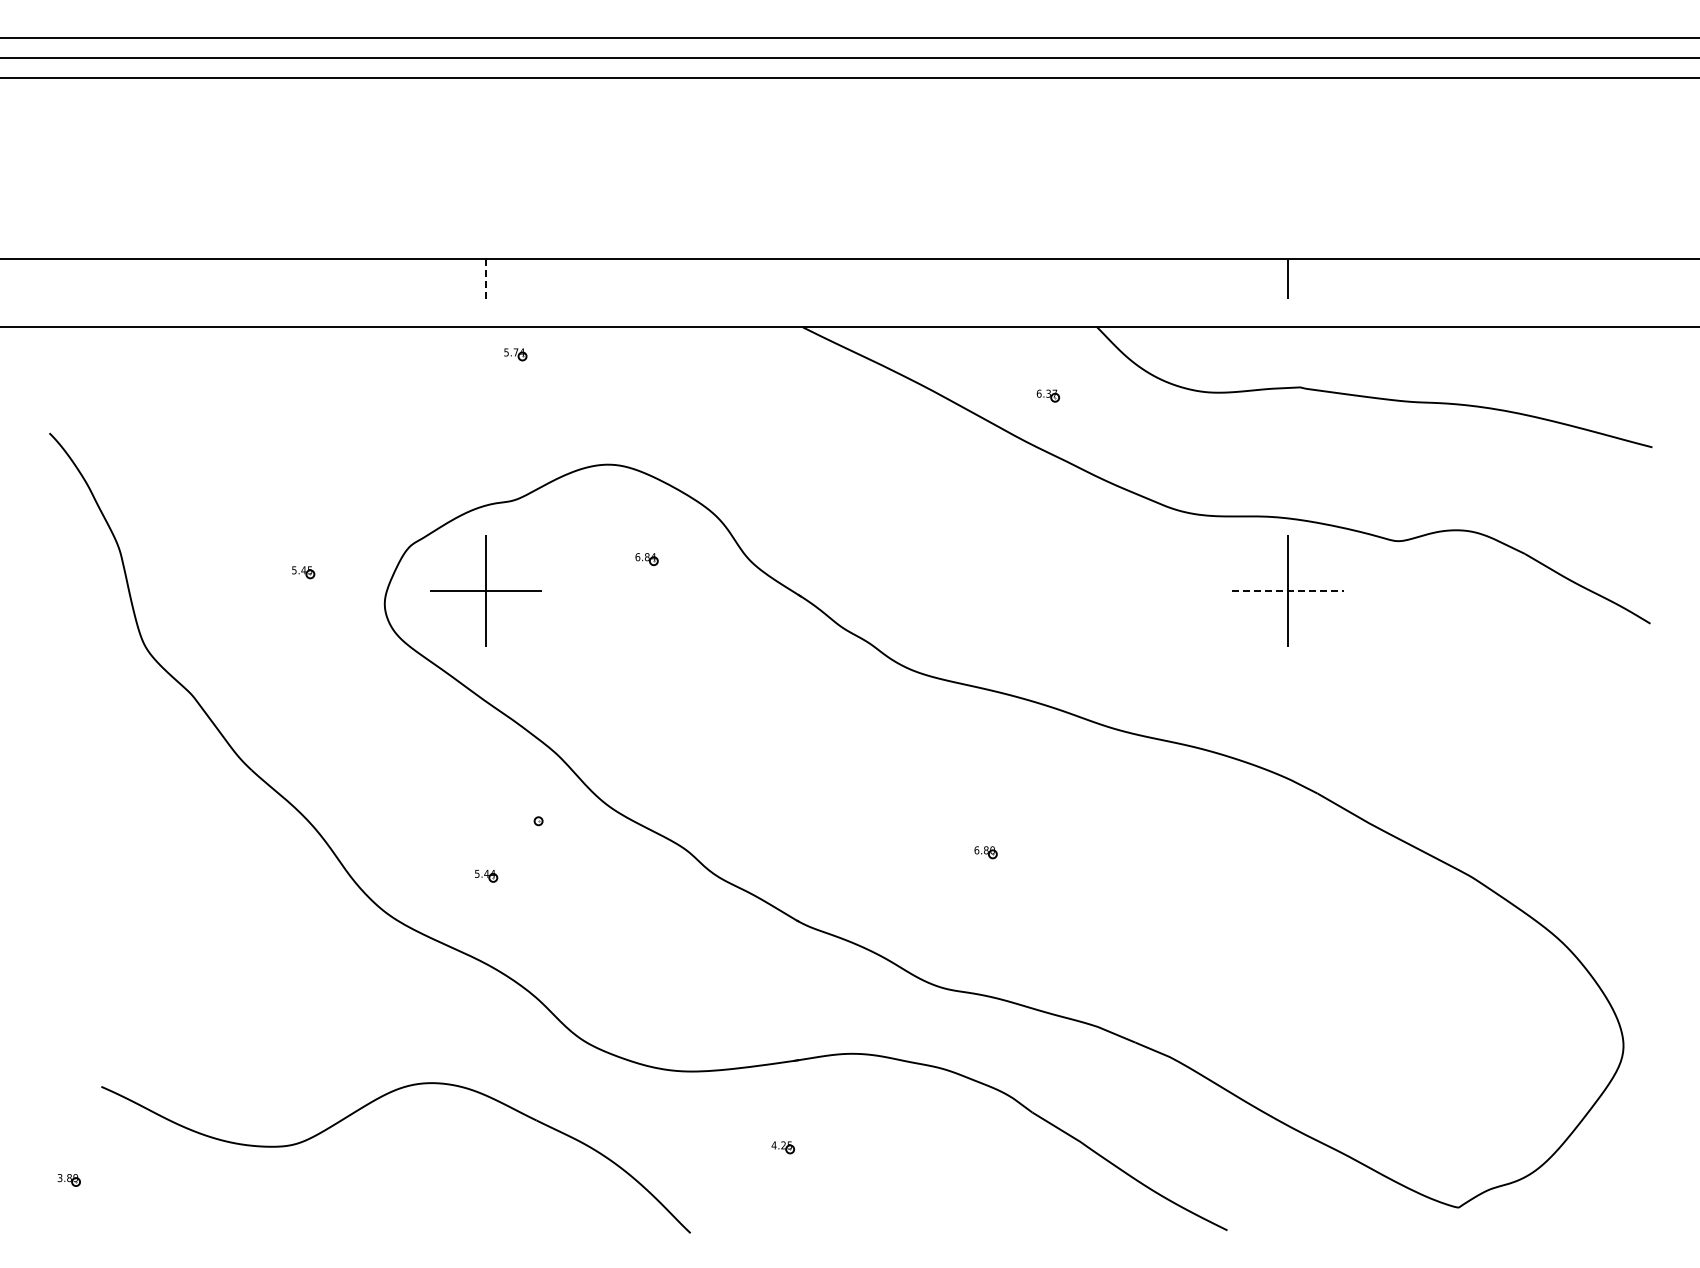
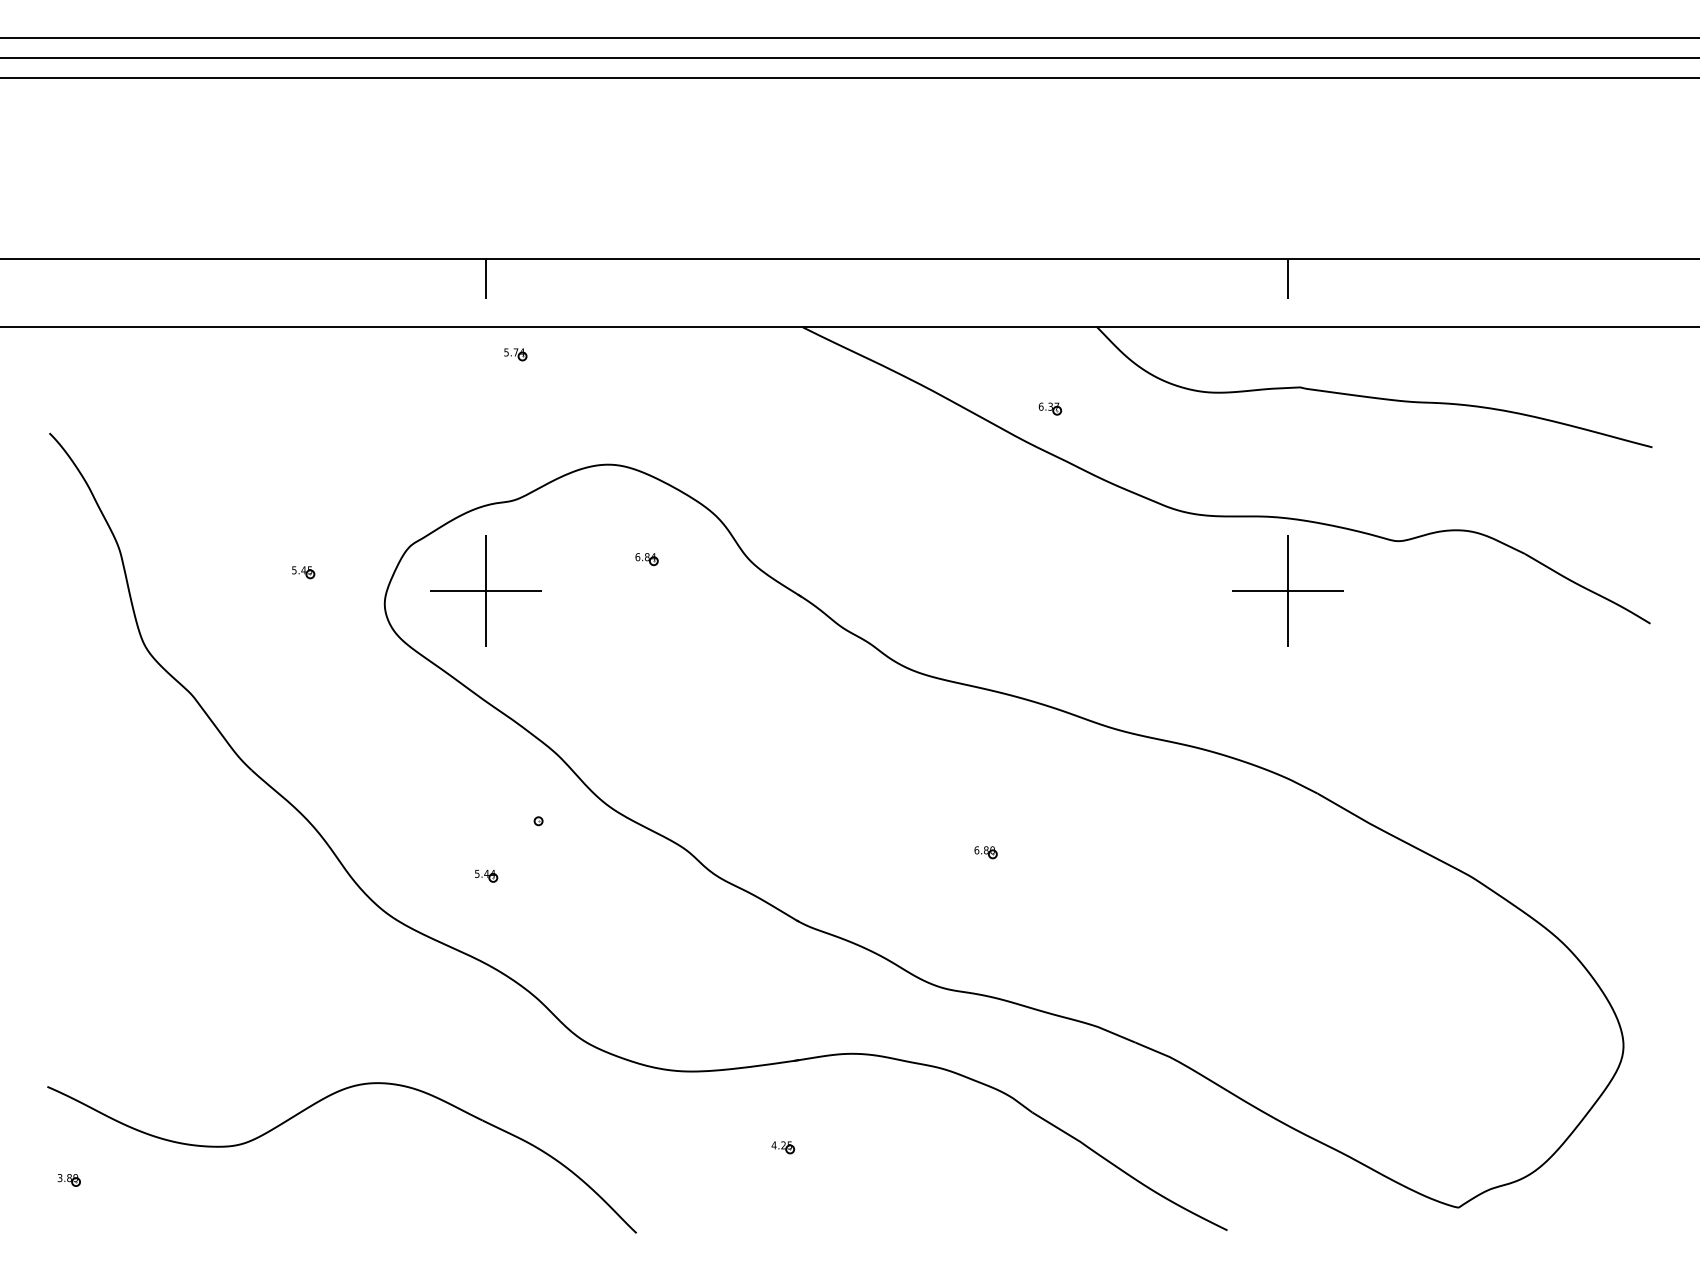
line at (486, 278): dashed -> solid
part at (1048, 395) position: (1048, 395) -> (1050, 408)
line at (1288, 590): dashed -> solid
part at (368, 1105) position: (368, 1105) -> (314, 1105)
